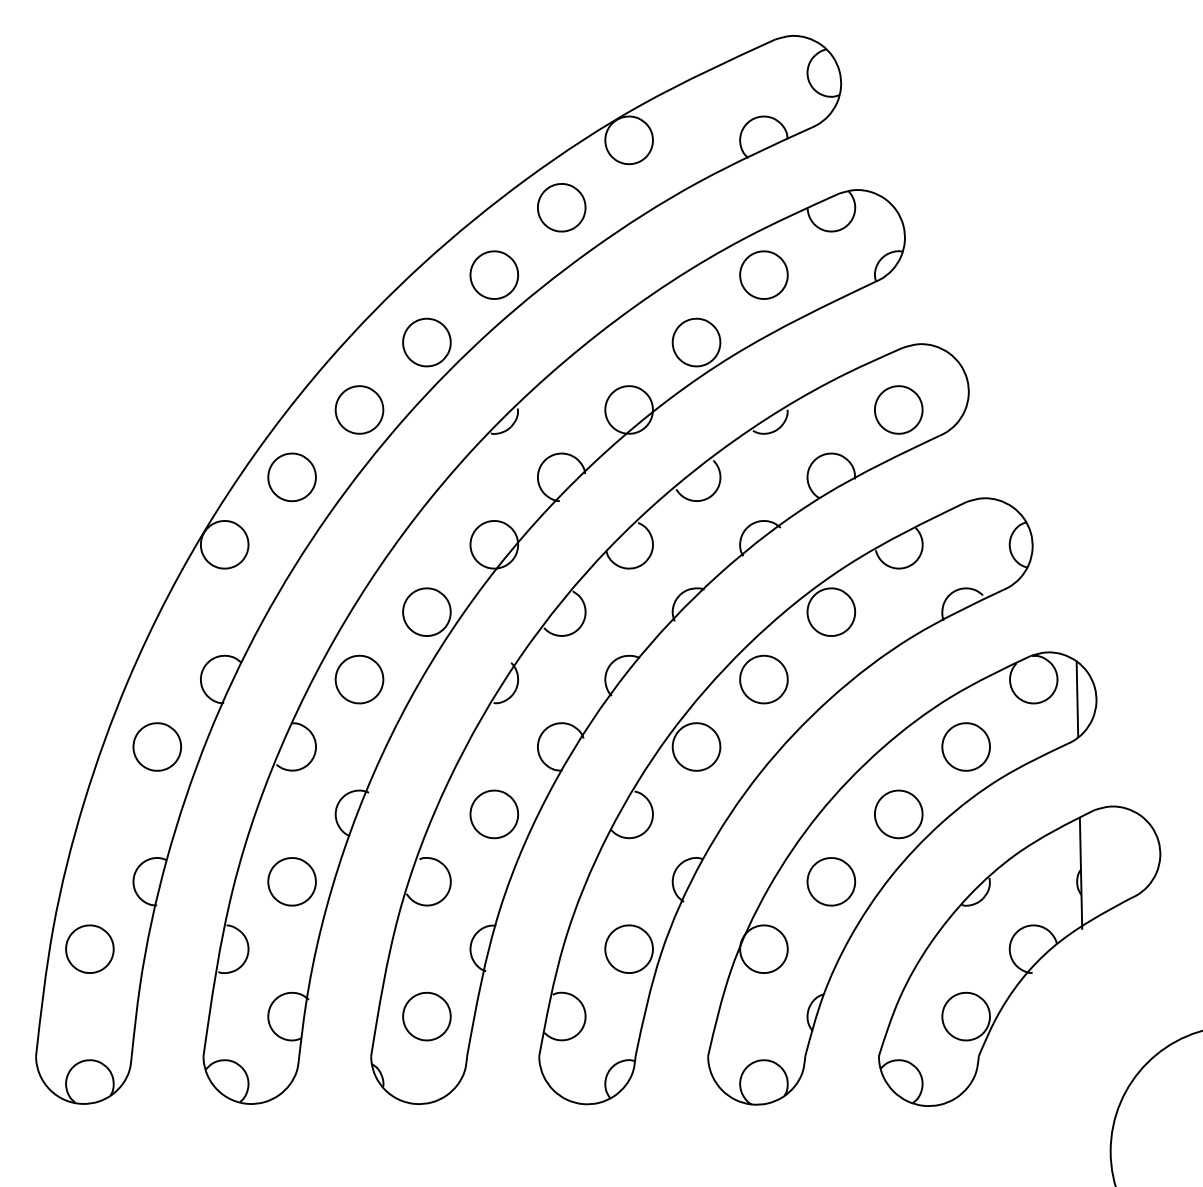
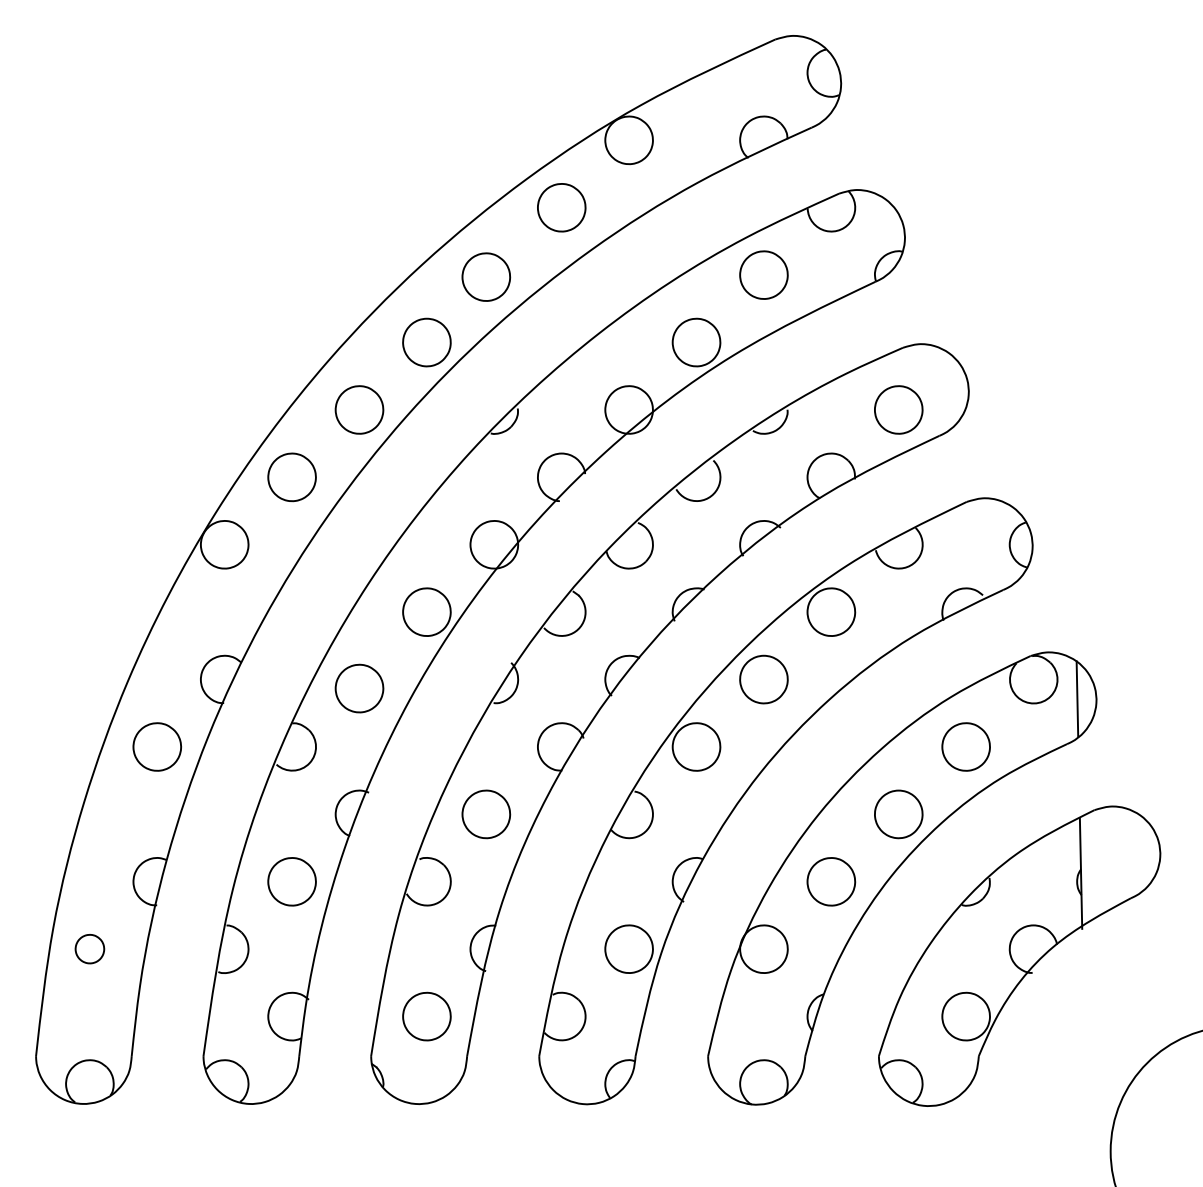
part at (494, 274) position: (494, 274) -> (486, 276)
part at (359, 679) position: (359, 679) -> (359, 688)
part at (494, 814) position: (494, 814) -> (486, 814)
part at (89, 948) size: 50x50 px -> 32x31 px
